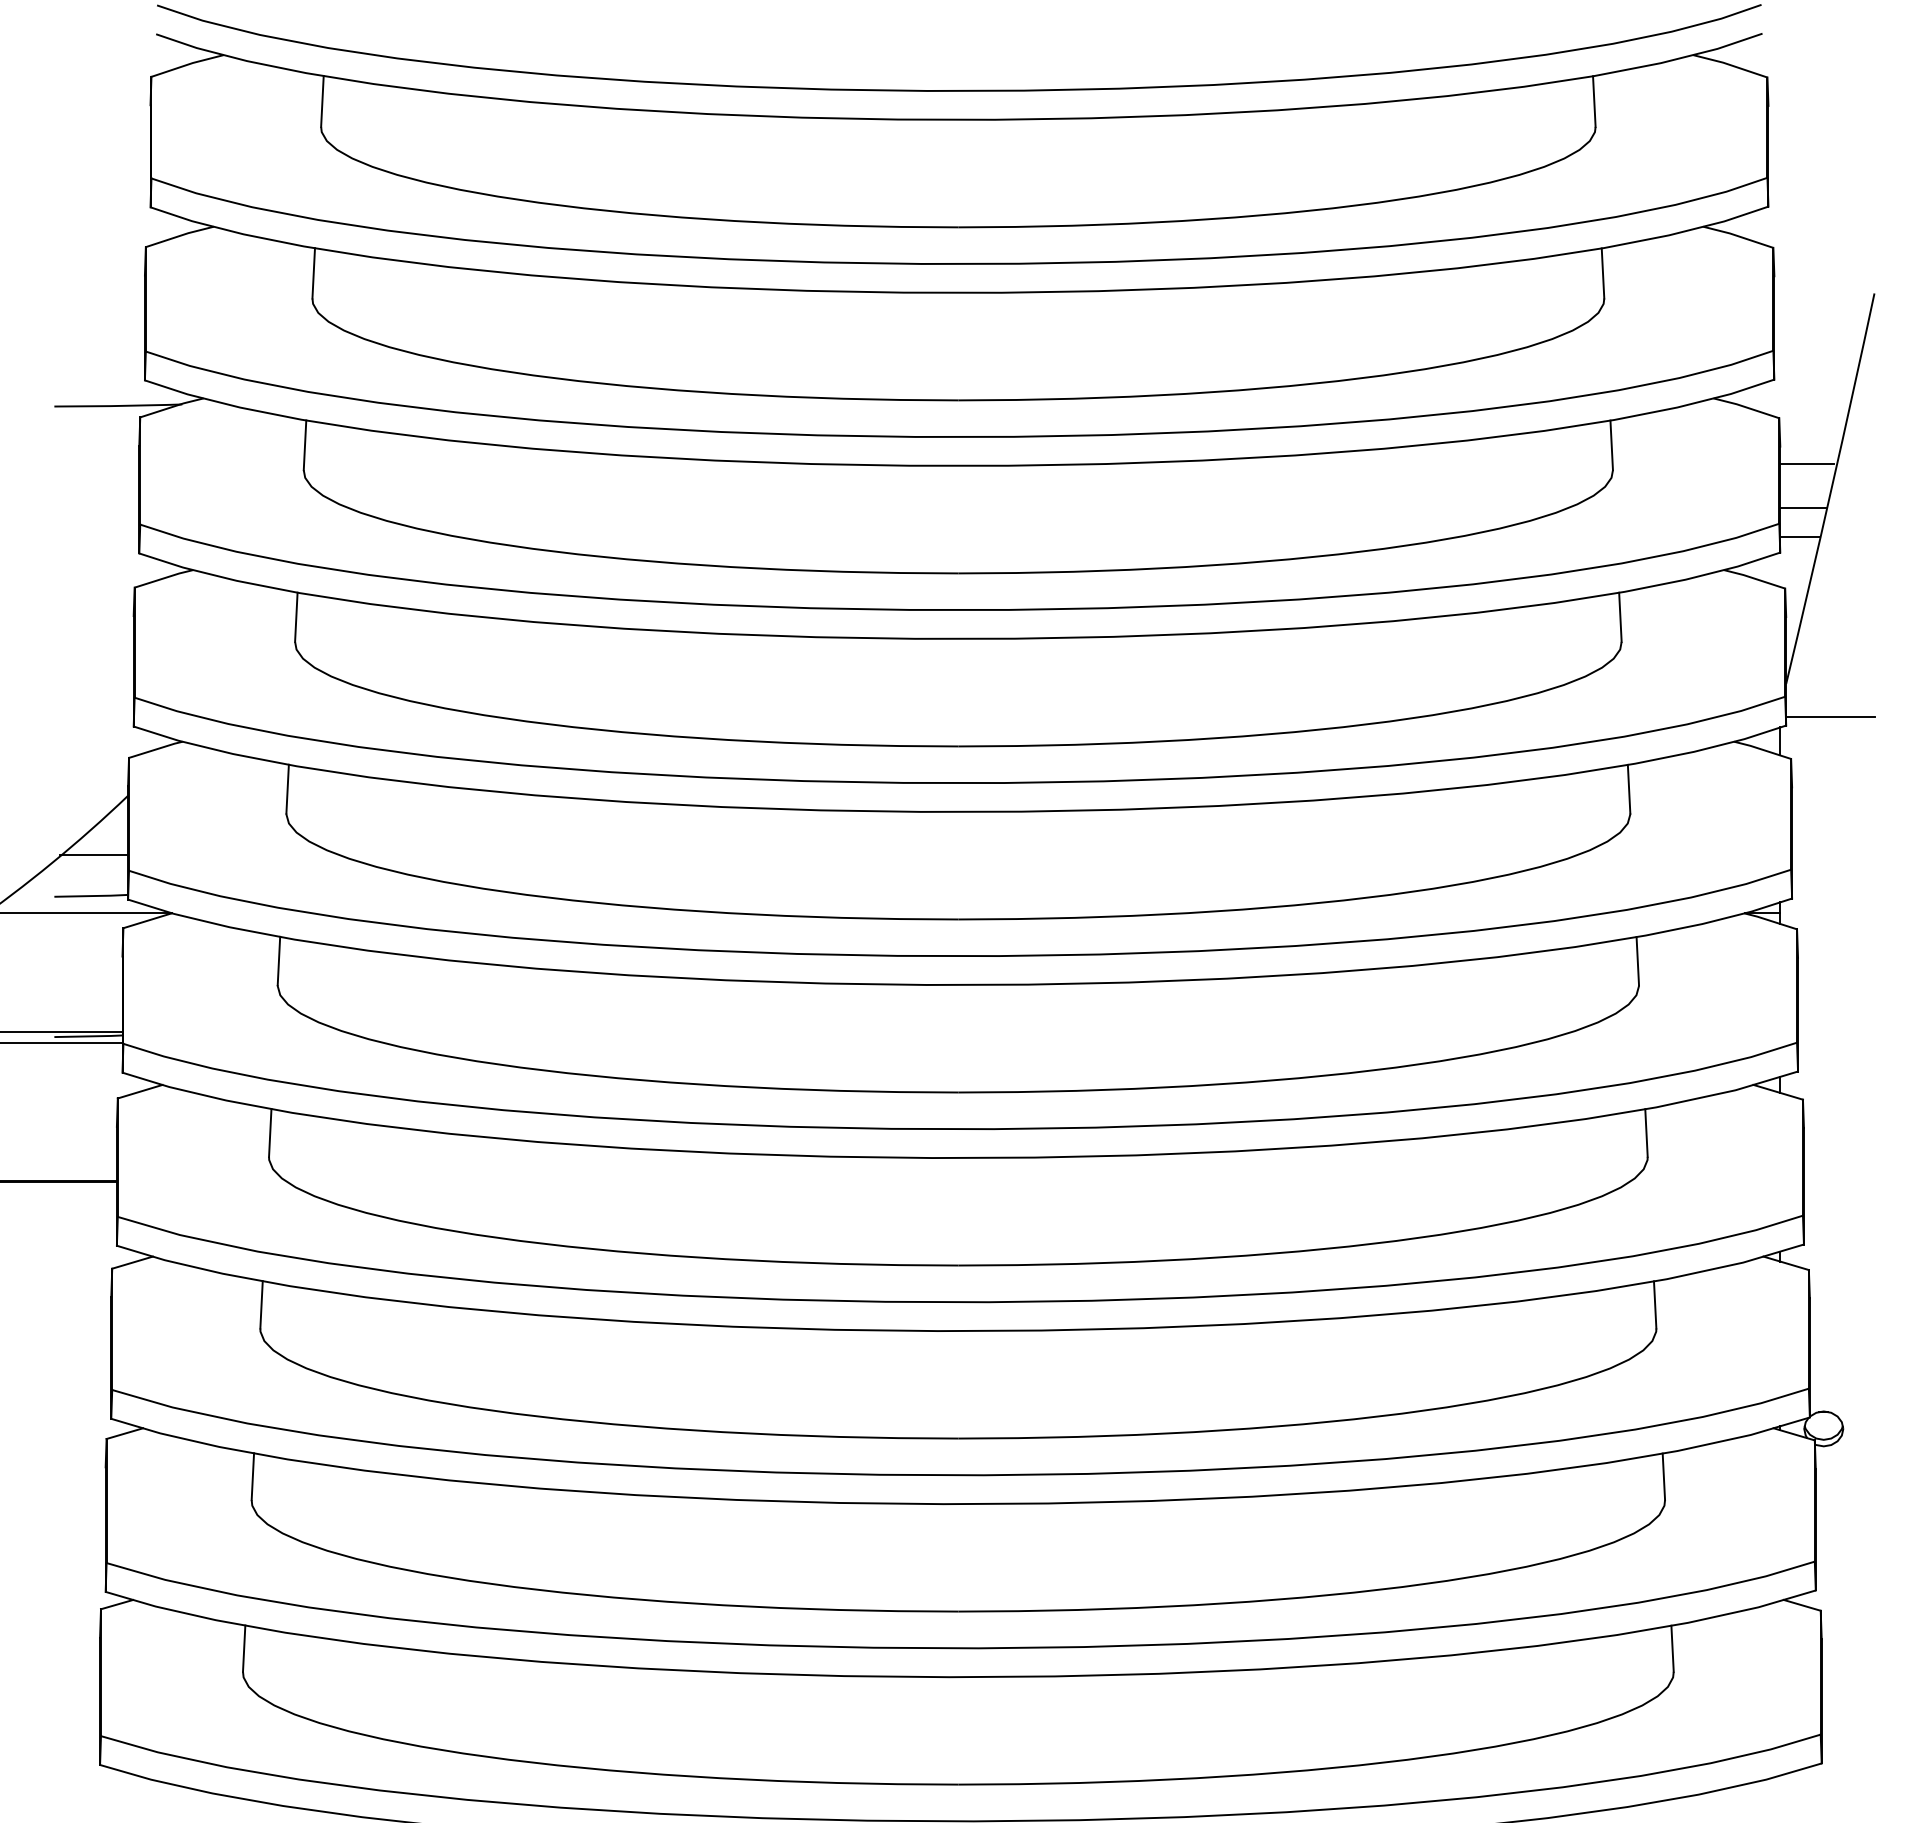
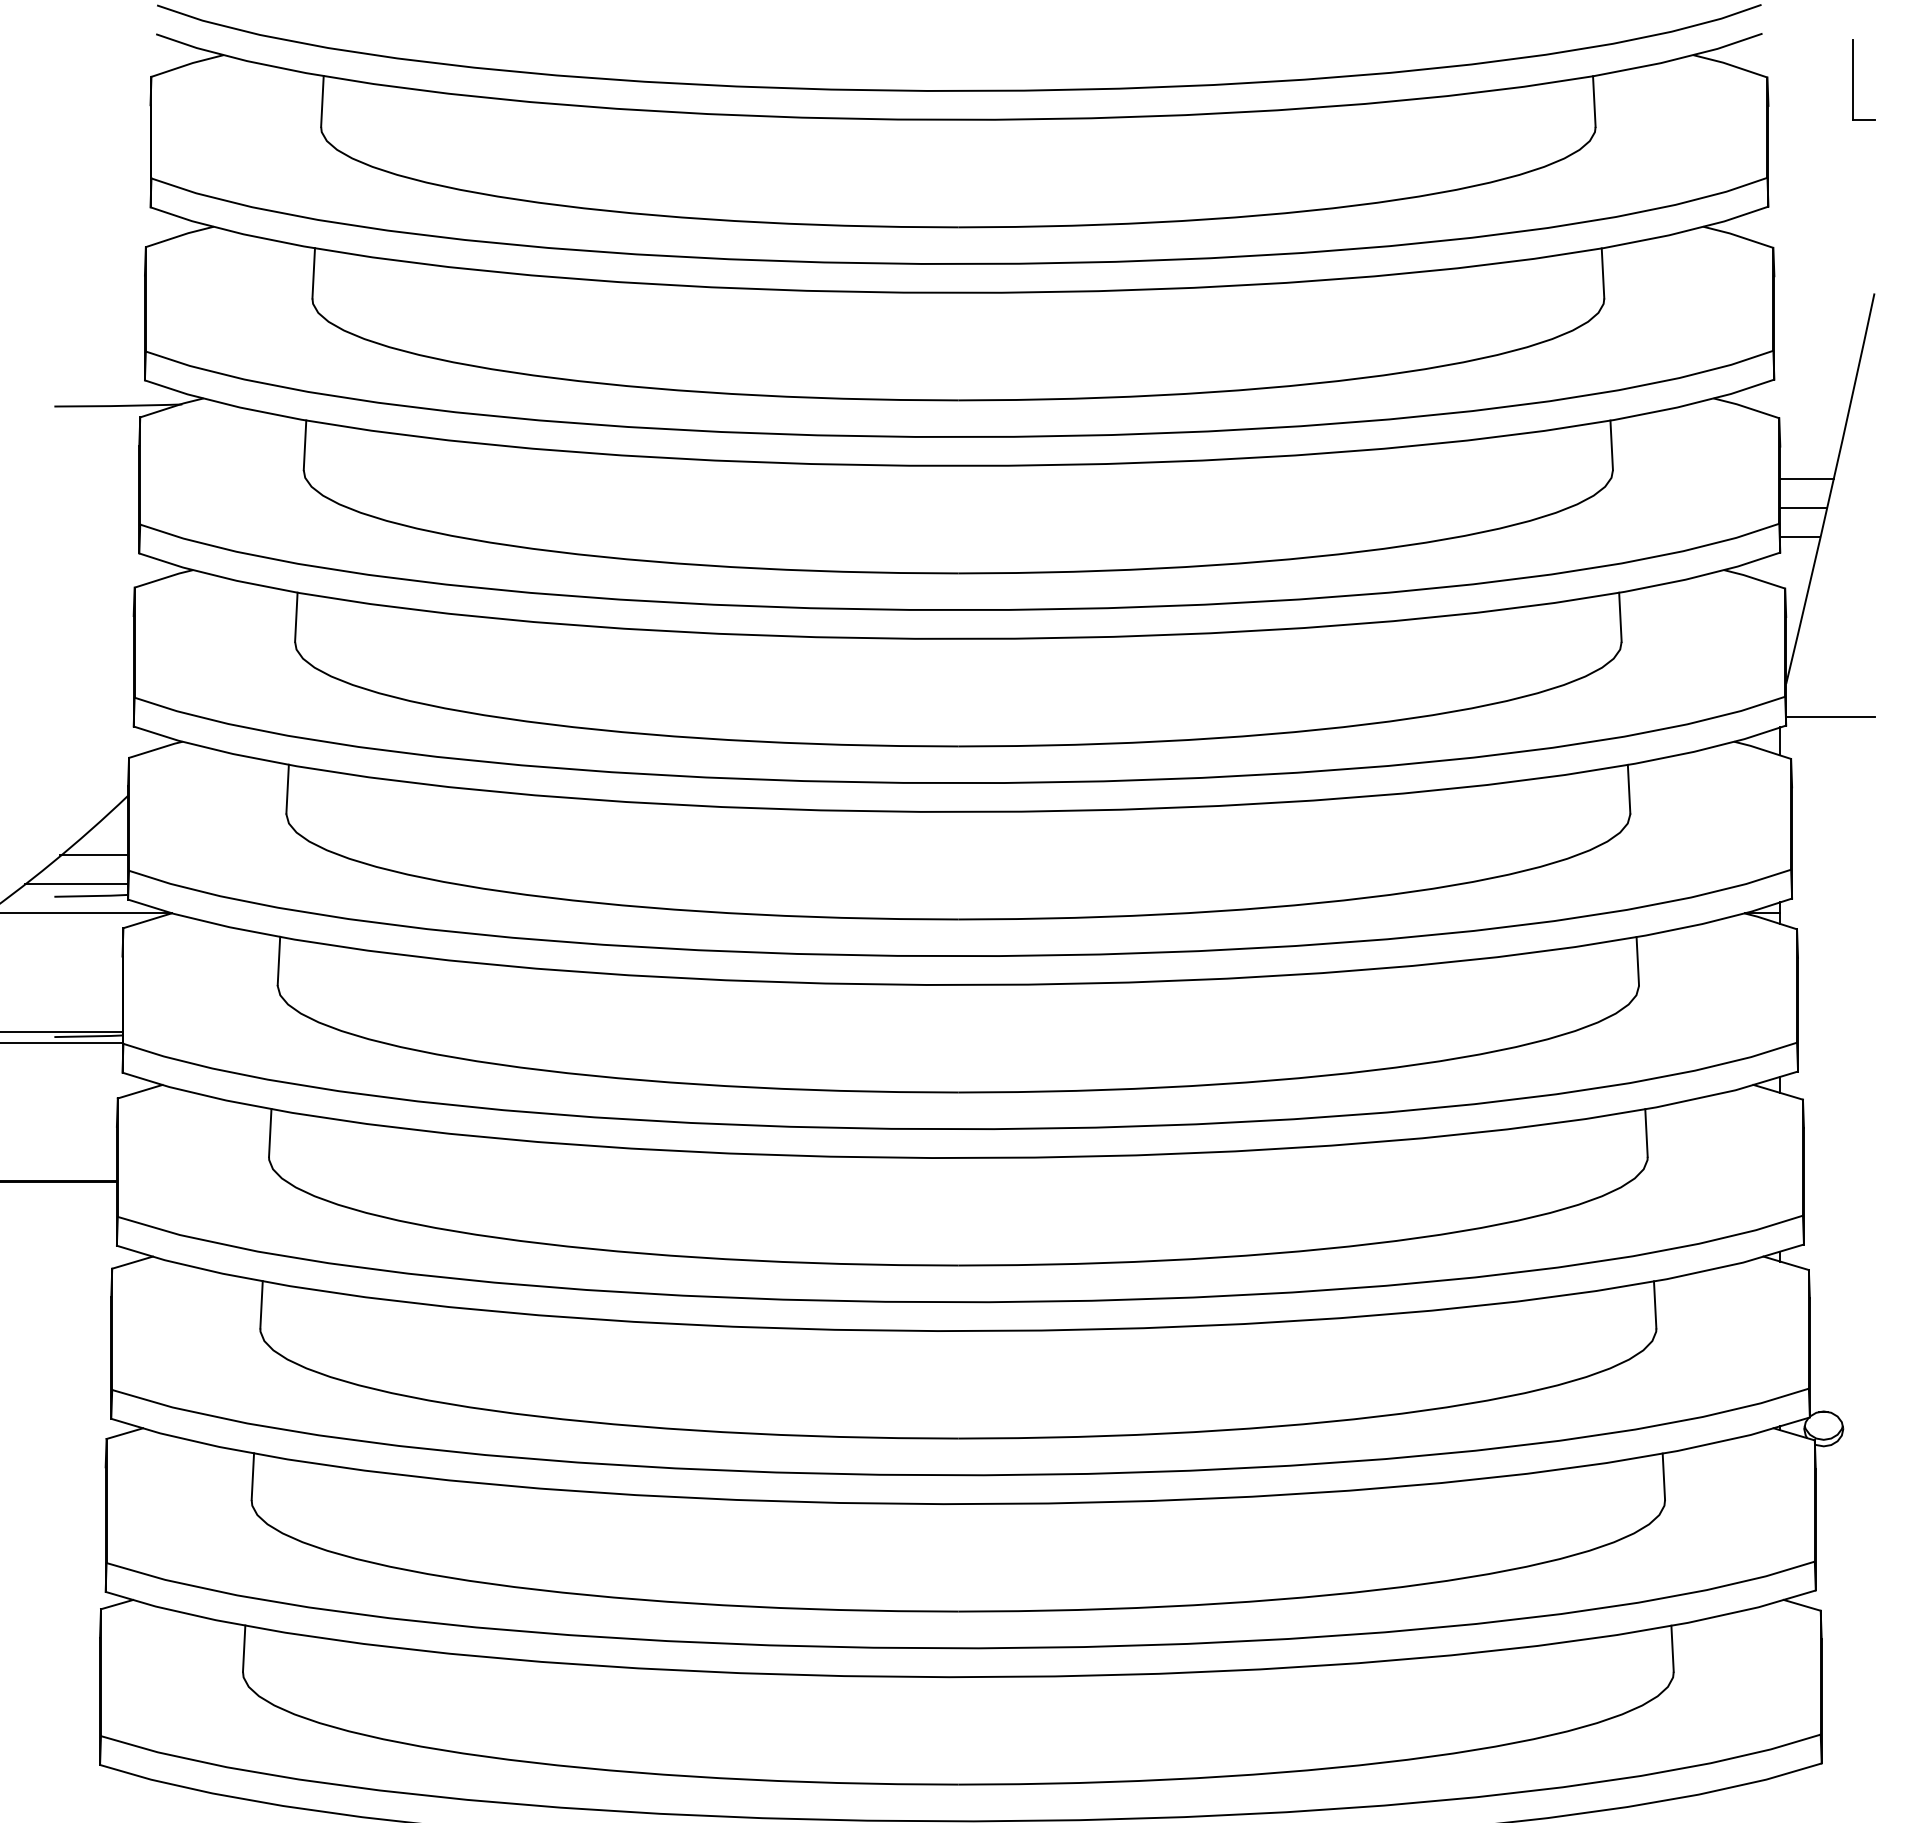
part at (1853, 79): none -> present
line at (1806, 463) position: (1806, 463) -> (1806, 478)
line at (76, 884): none -> present
